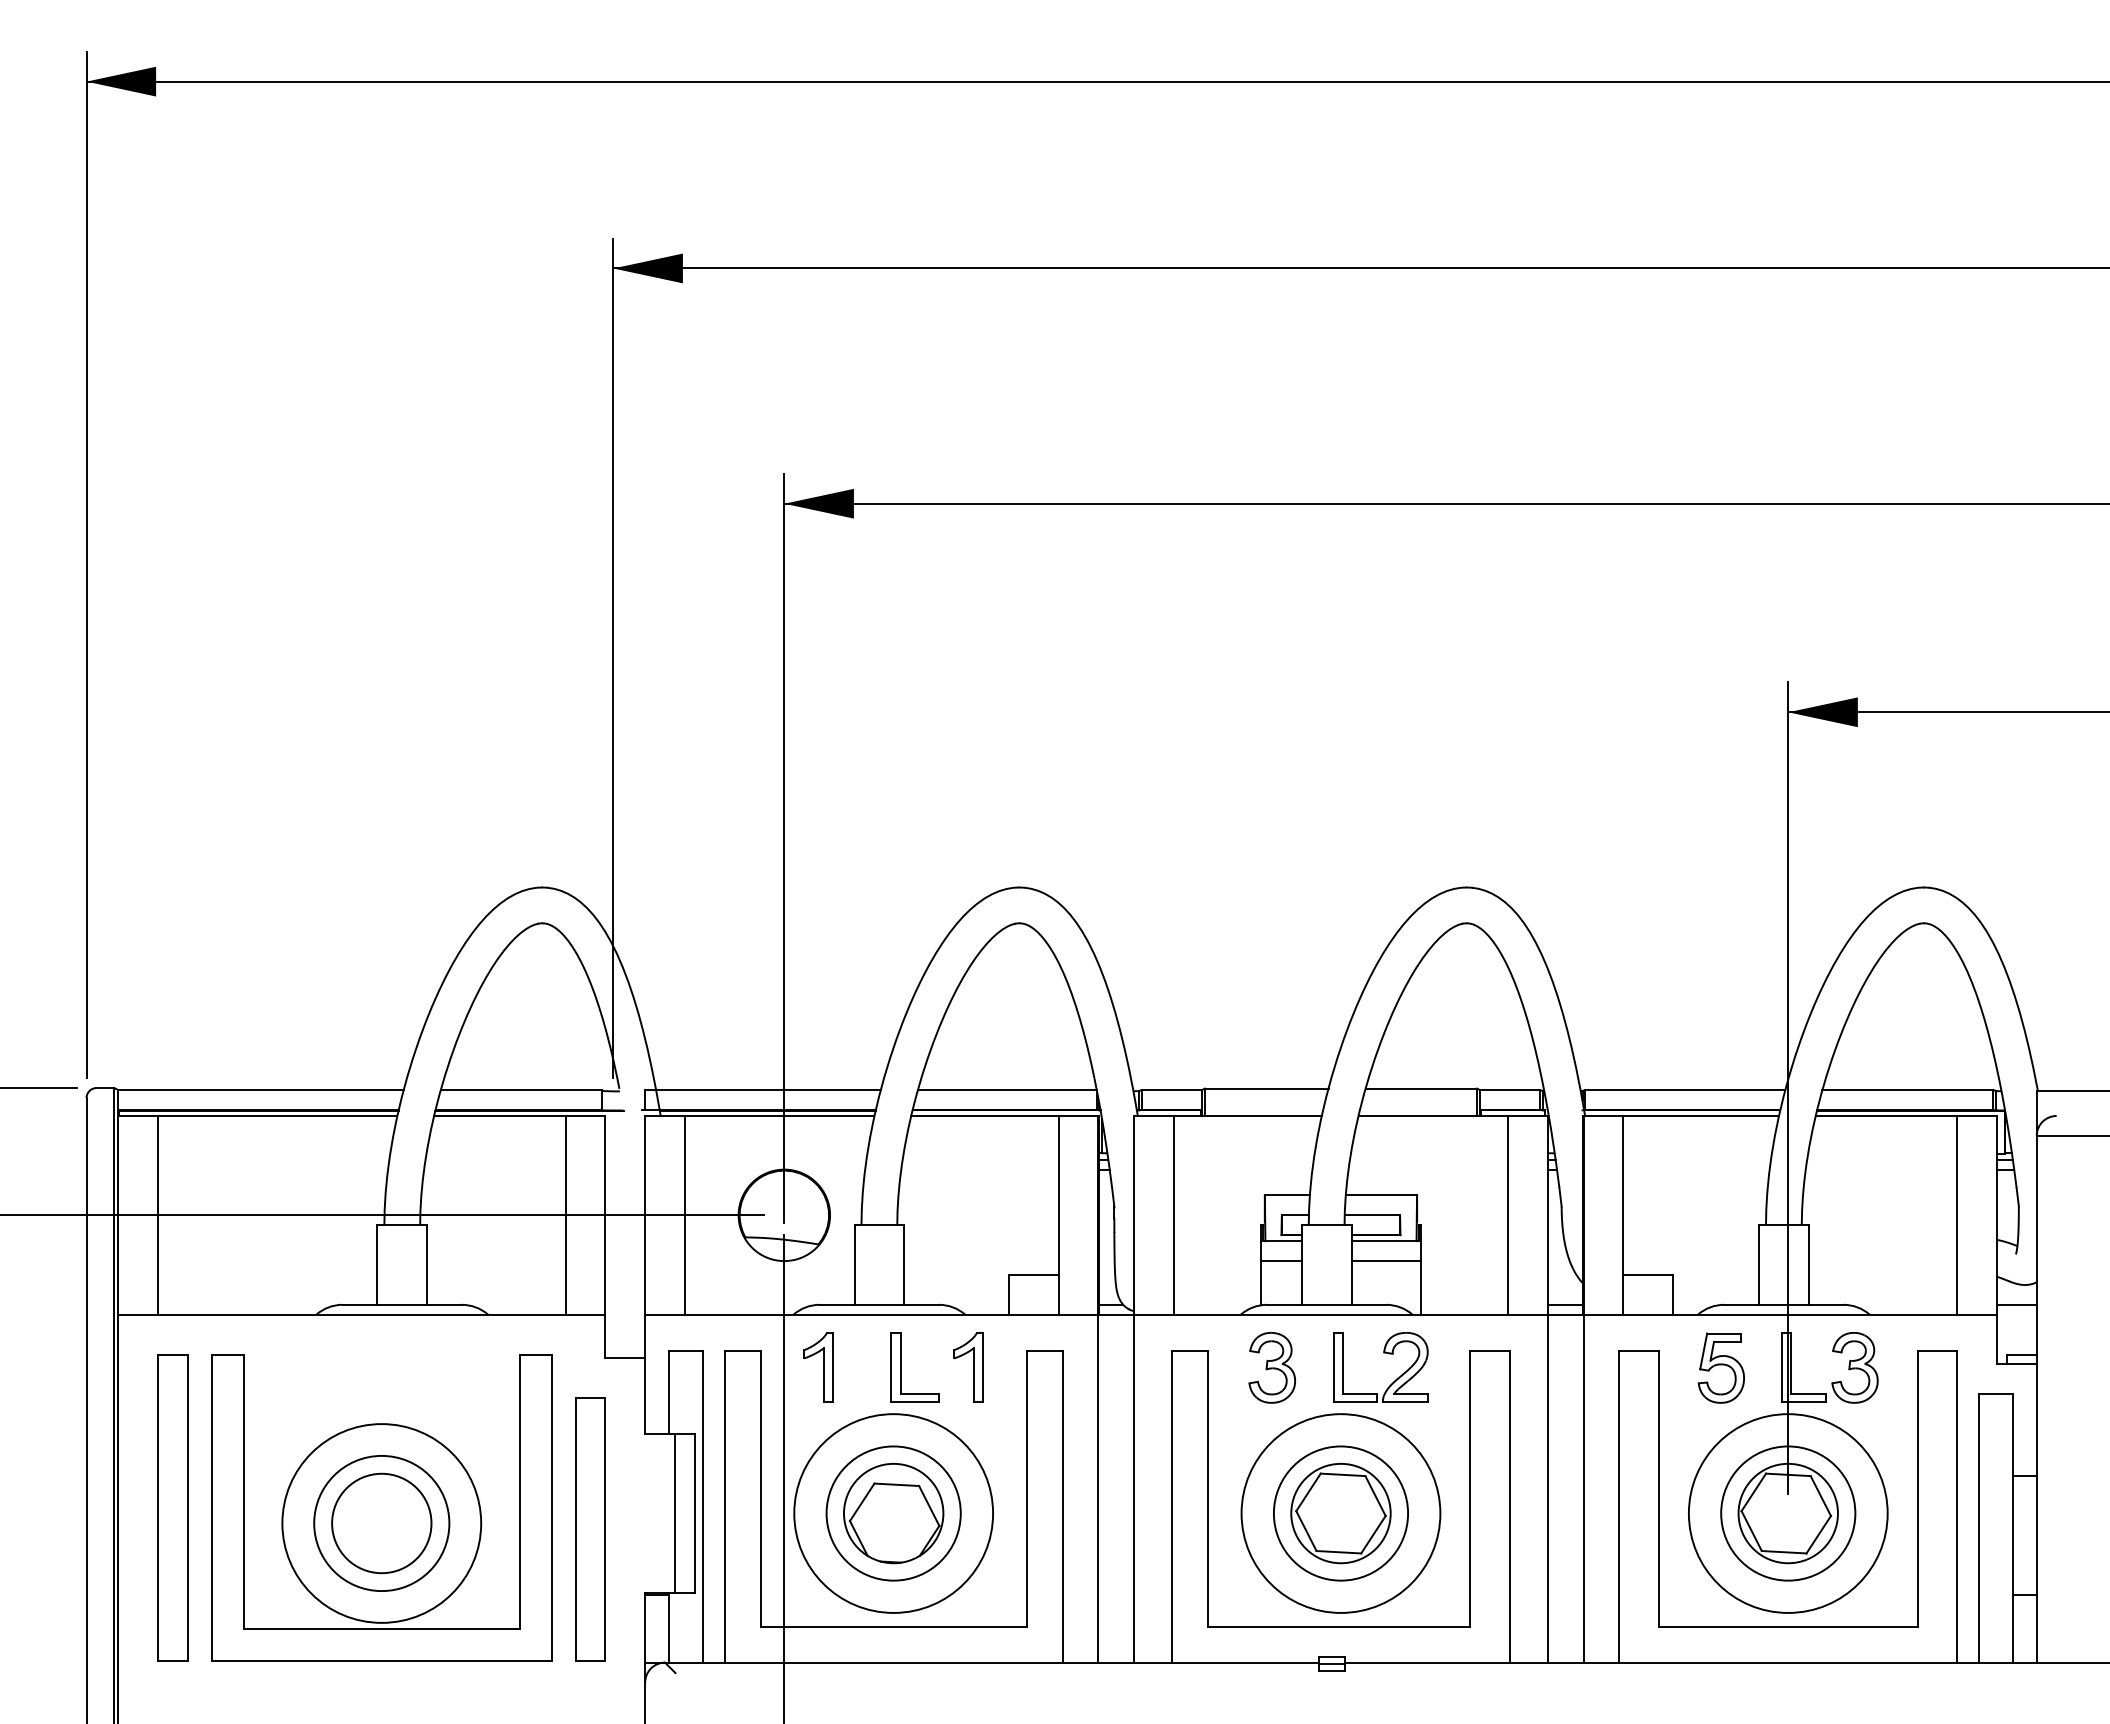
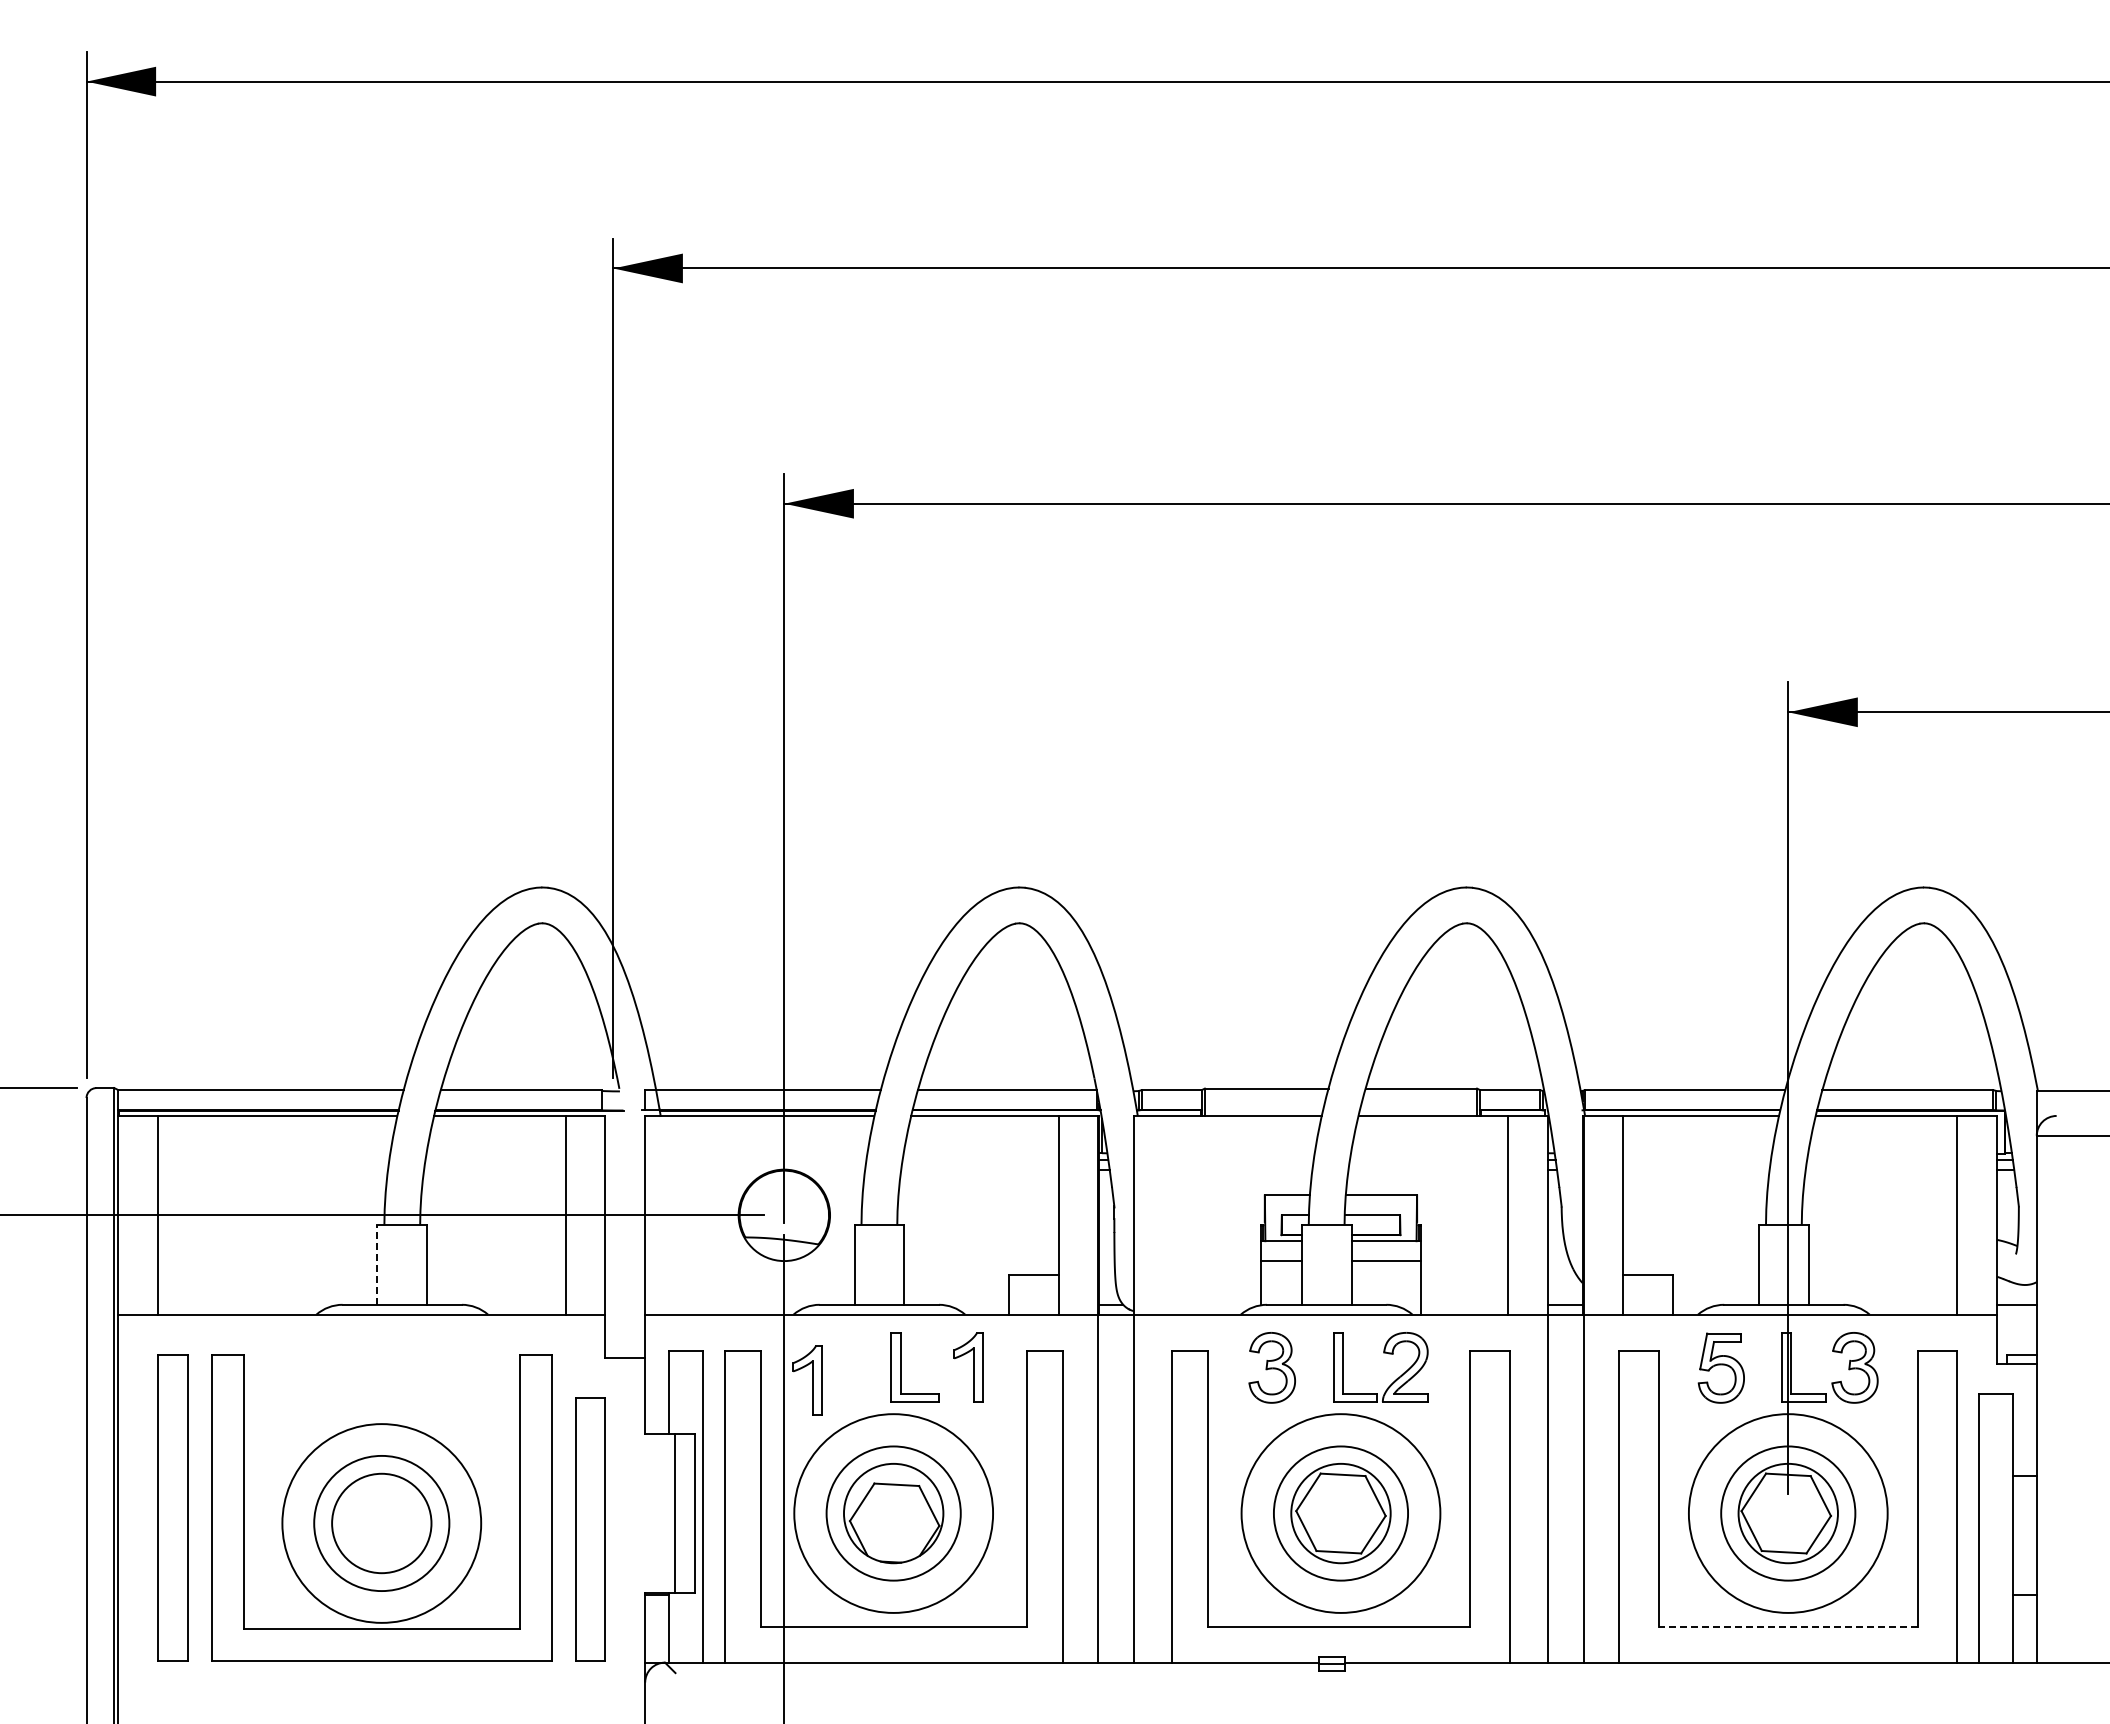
line at (684, 1214): present -> none
line at (1173, 1214): present -> none
line at (377, 1265): solid -> dashed
part at (818, 1367) position: (818, 1367) -> (807, 1380)
line at (1787, 1626): solid -> dashed
